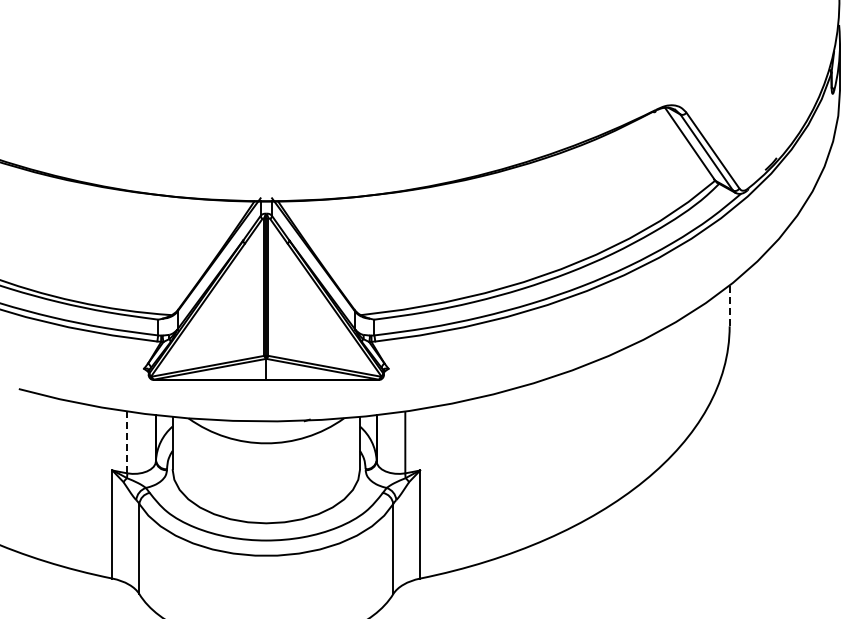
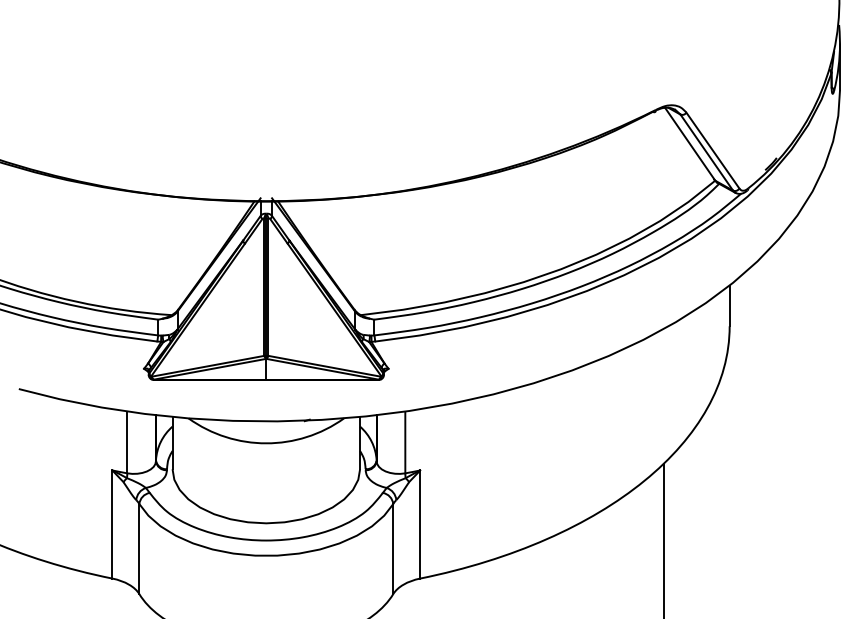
line at (729, 305): dashed -> solid
line at (127, 442): dashed -> solid
line at (663, 539): none -> present
